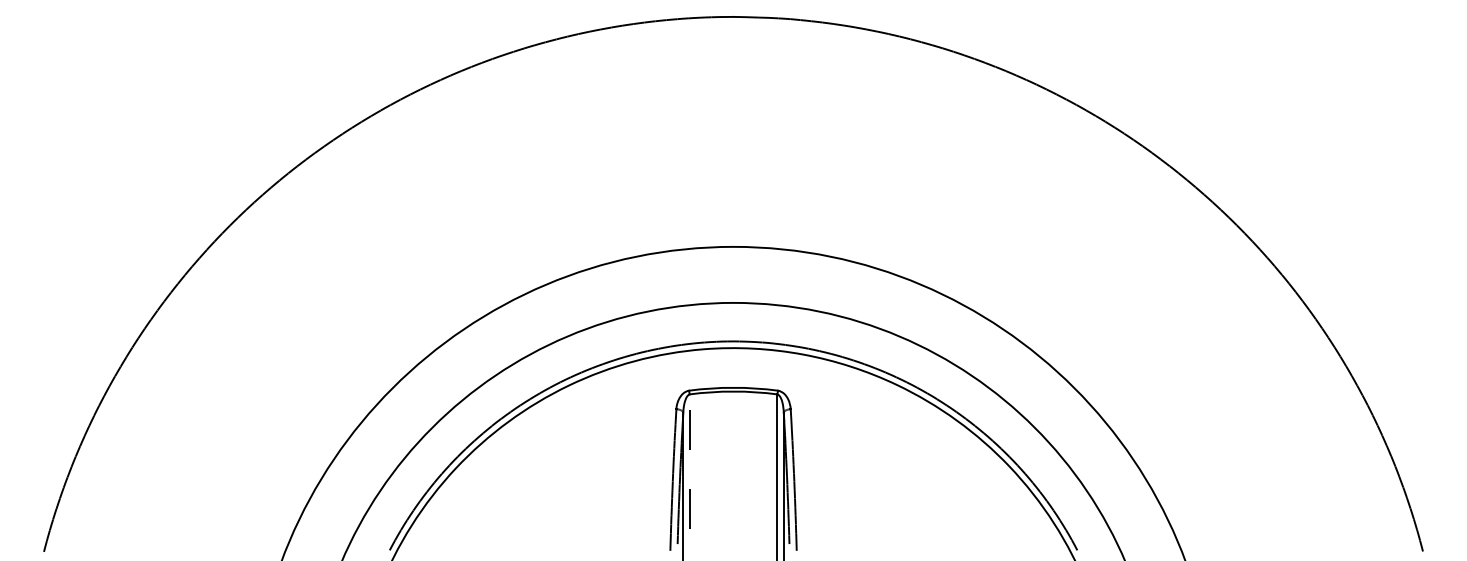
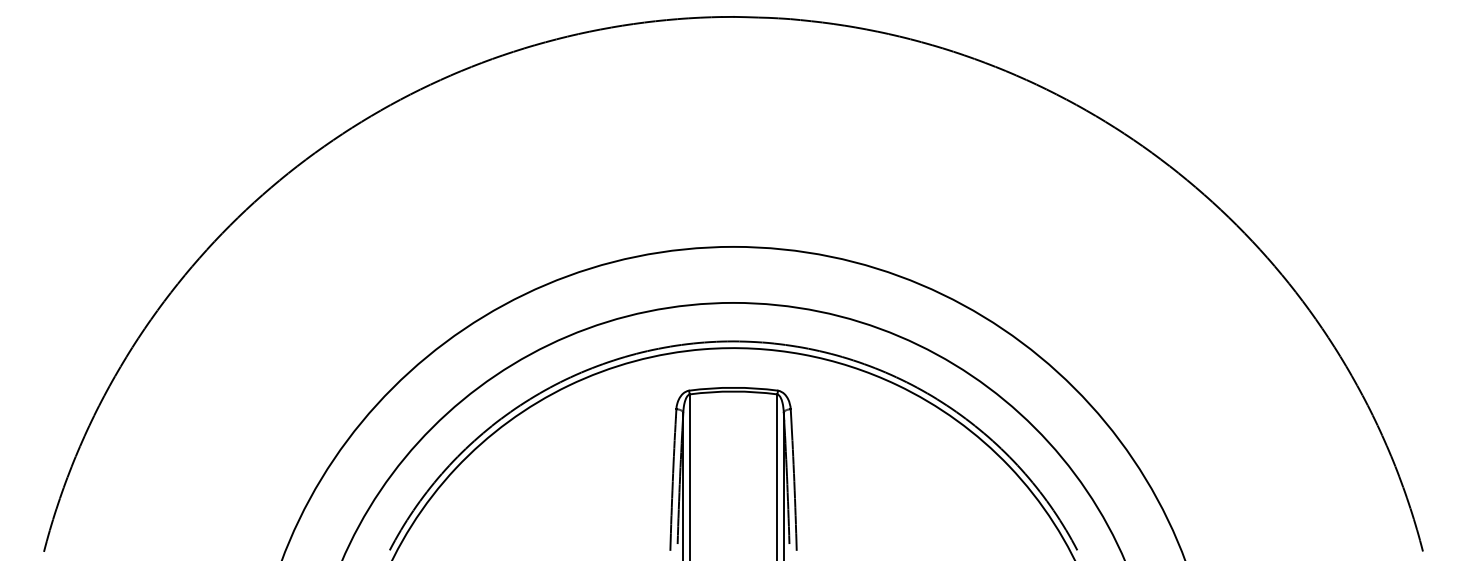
line at (689, 477): dashed -> solid
